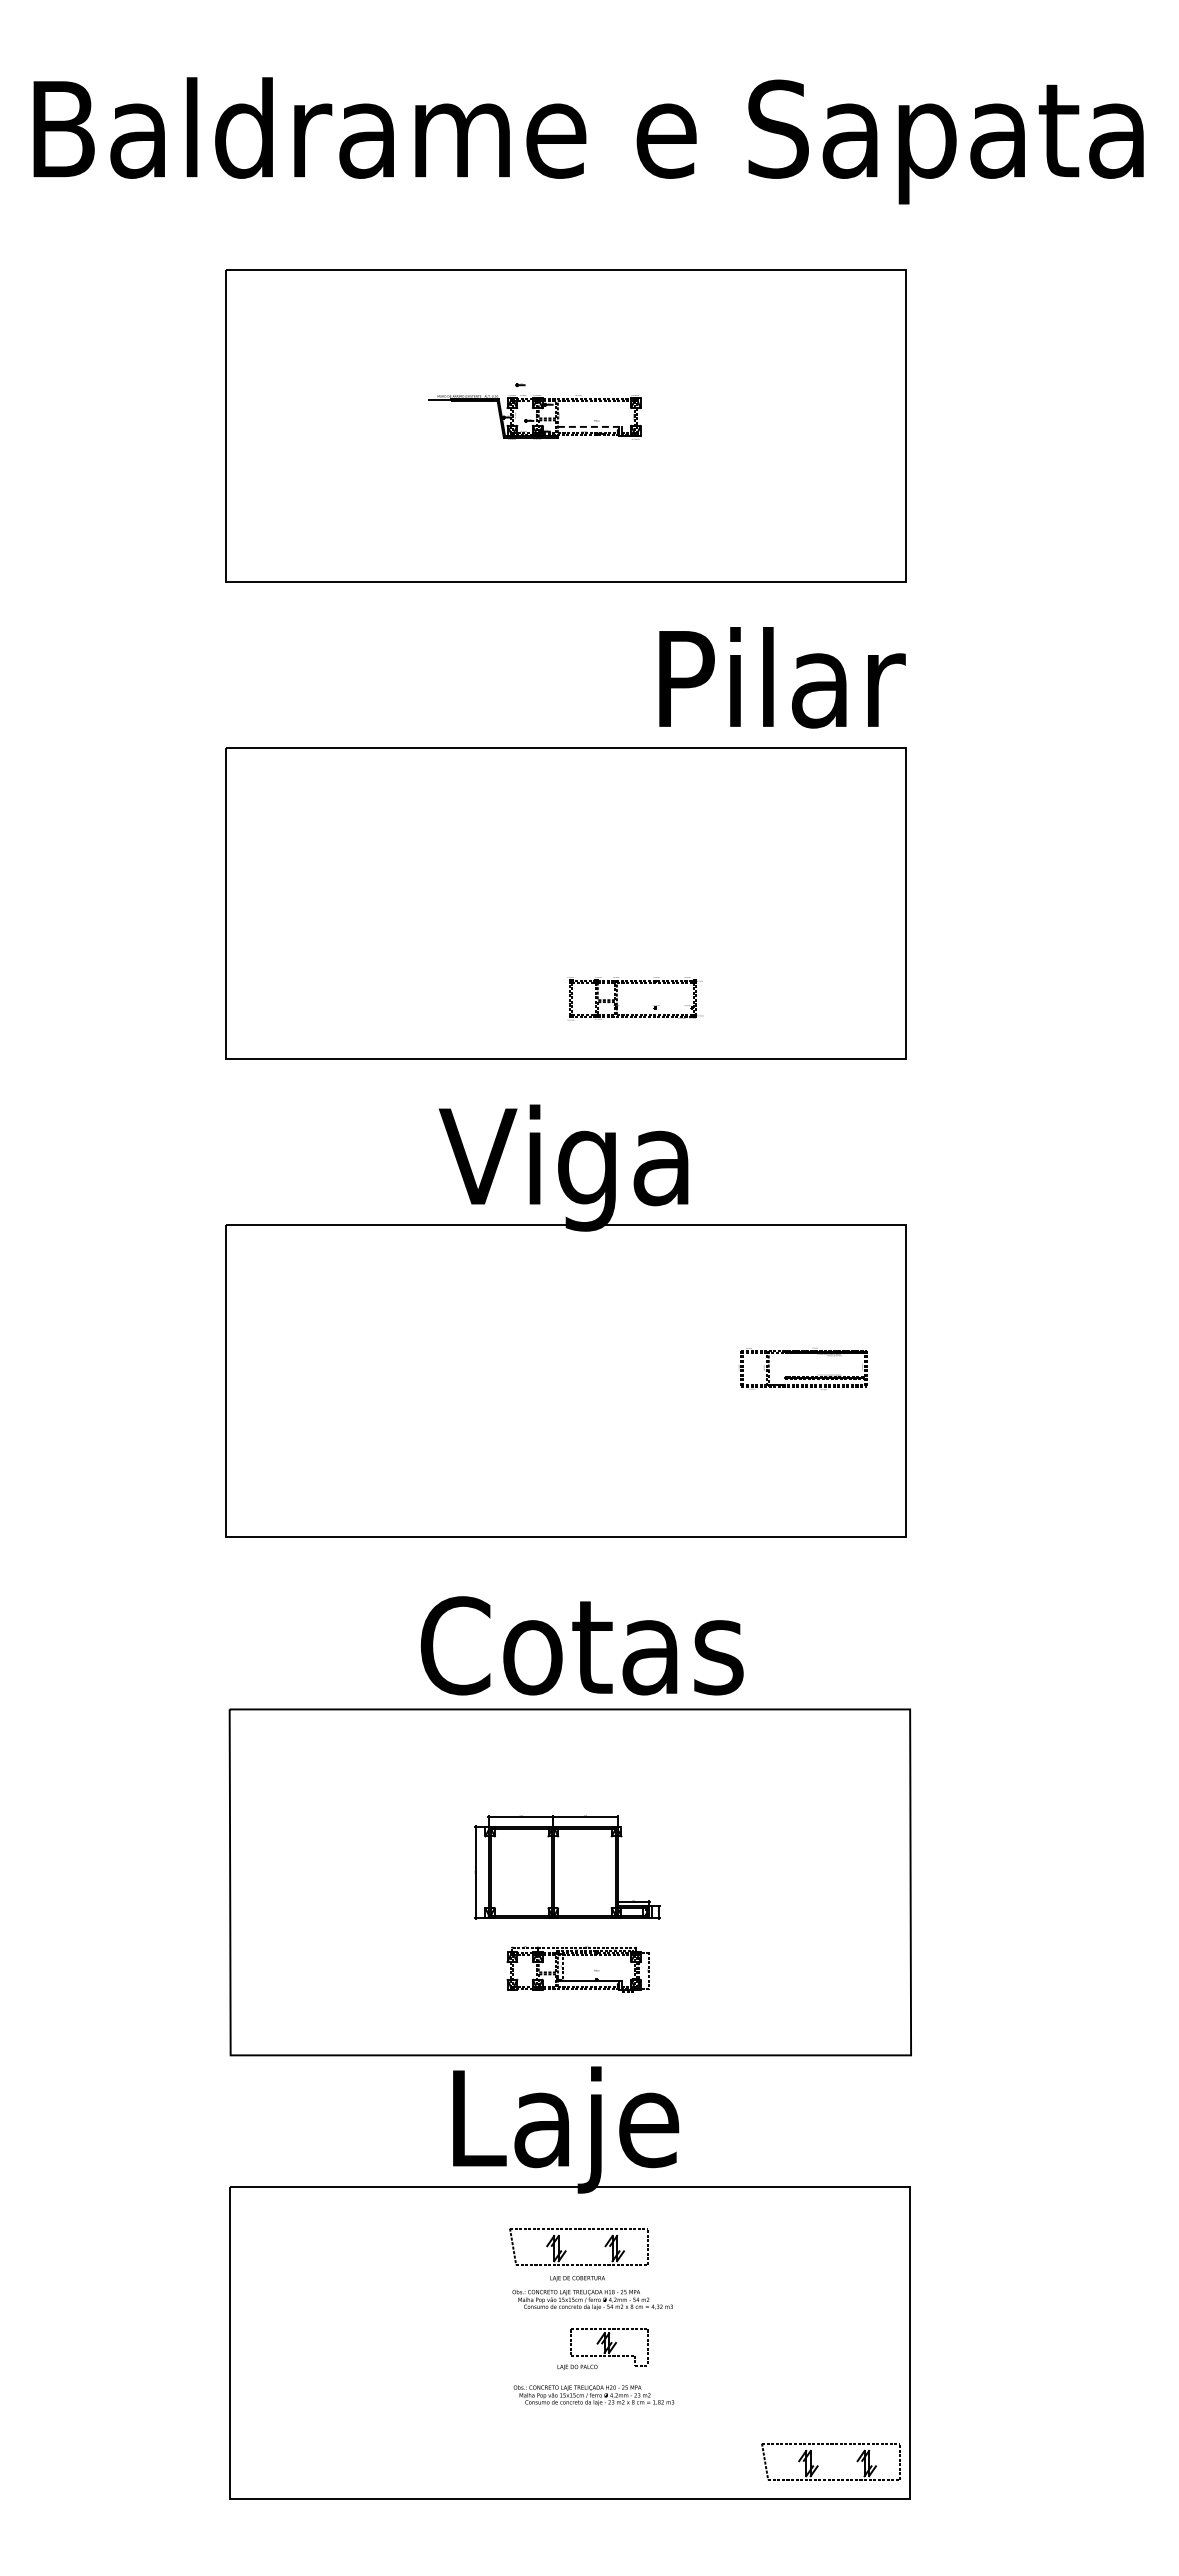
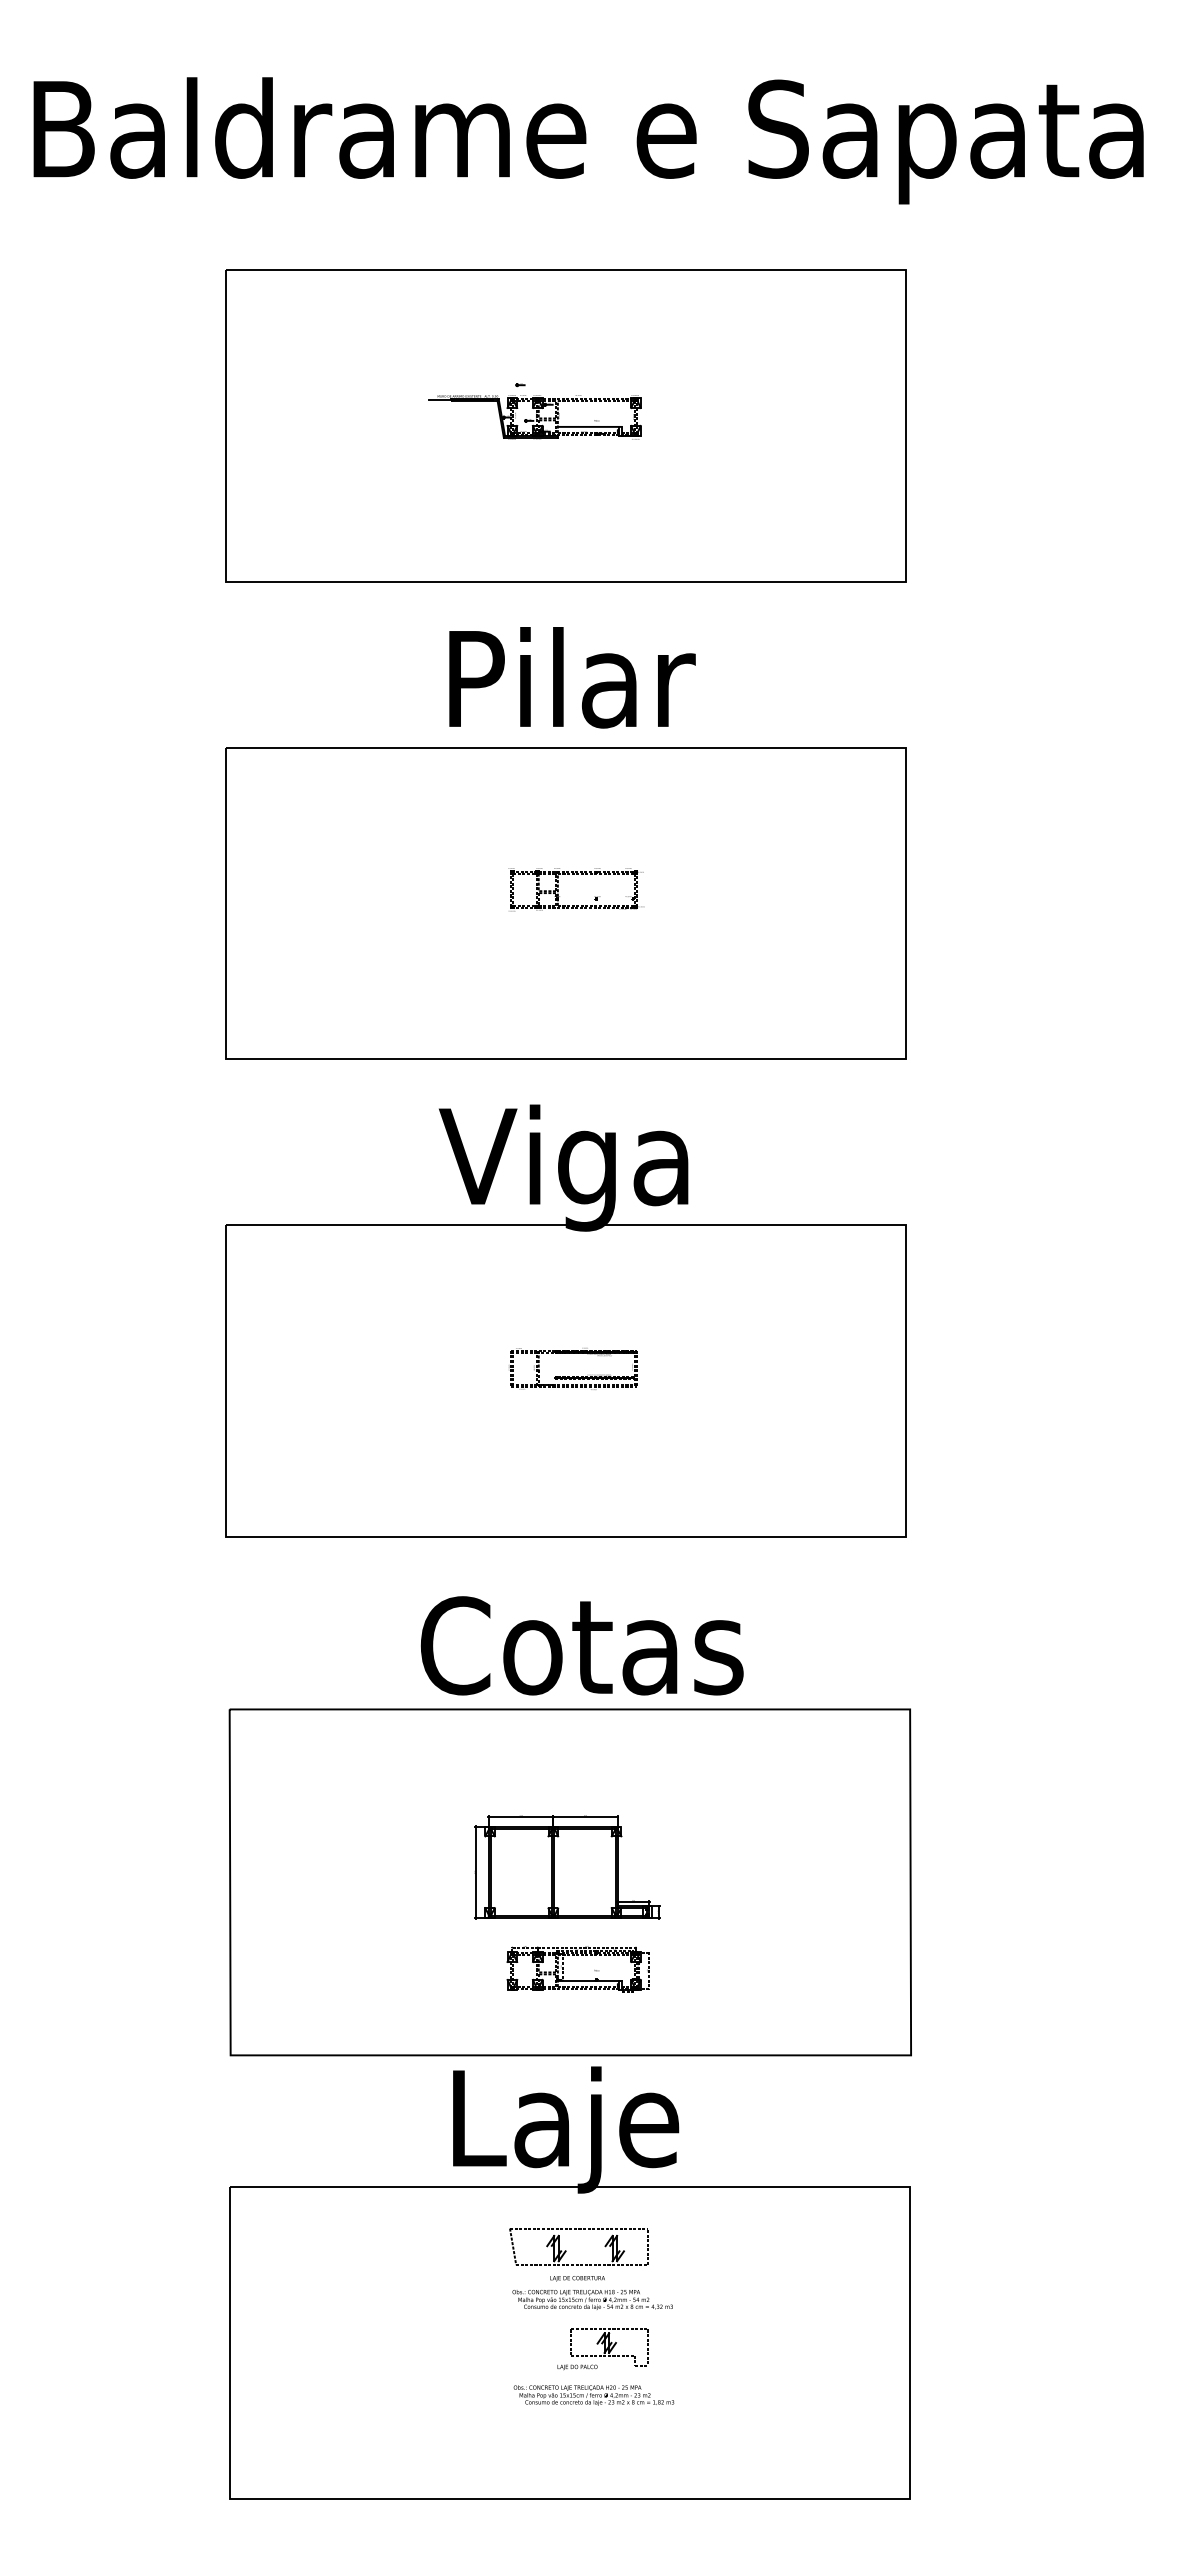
line at (589, 426): dashed -> solid
text at (782, 677) position: (782, 677) -> (572, 677)
part at (635, 983) position: (635, 983) -> (576, 874)
part at (803, 1376) position: (803, 1376) -> (573, 1376)
part at (818, 2465): present -> none
